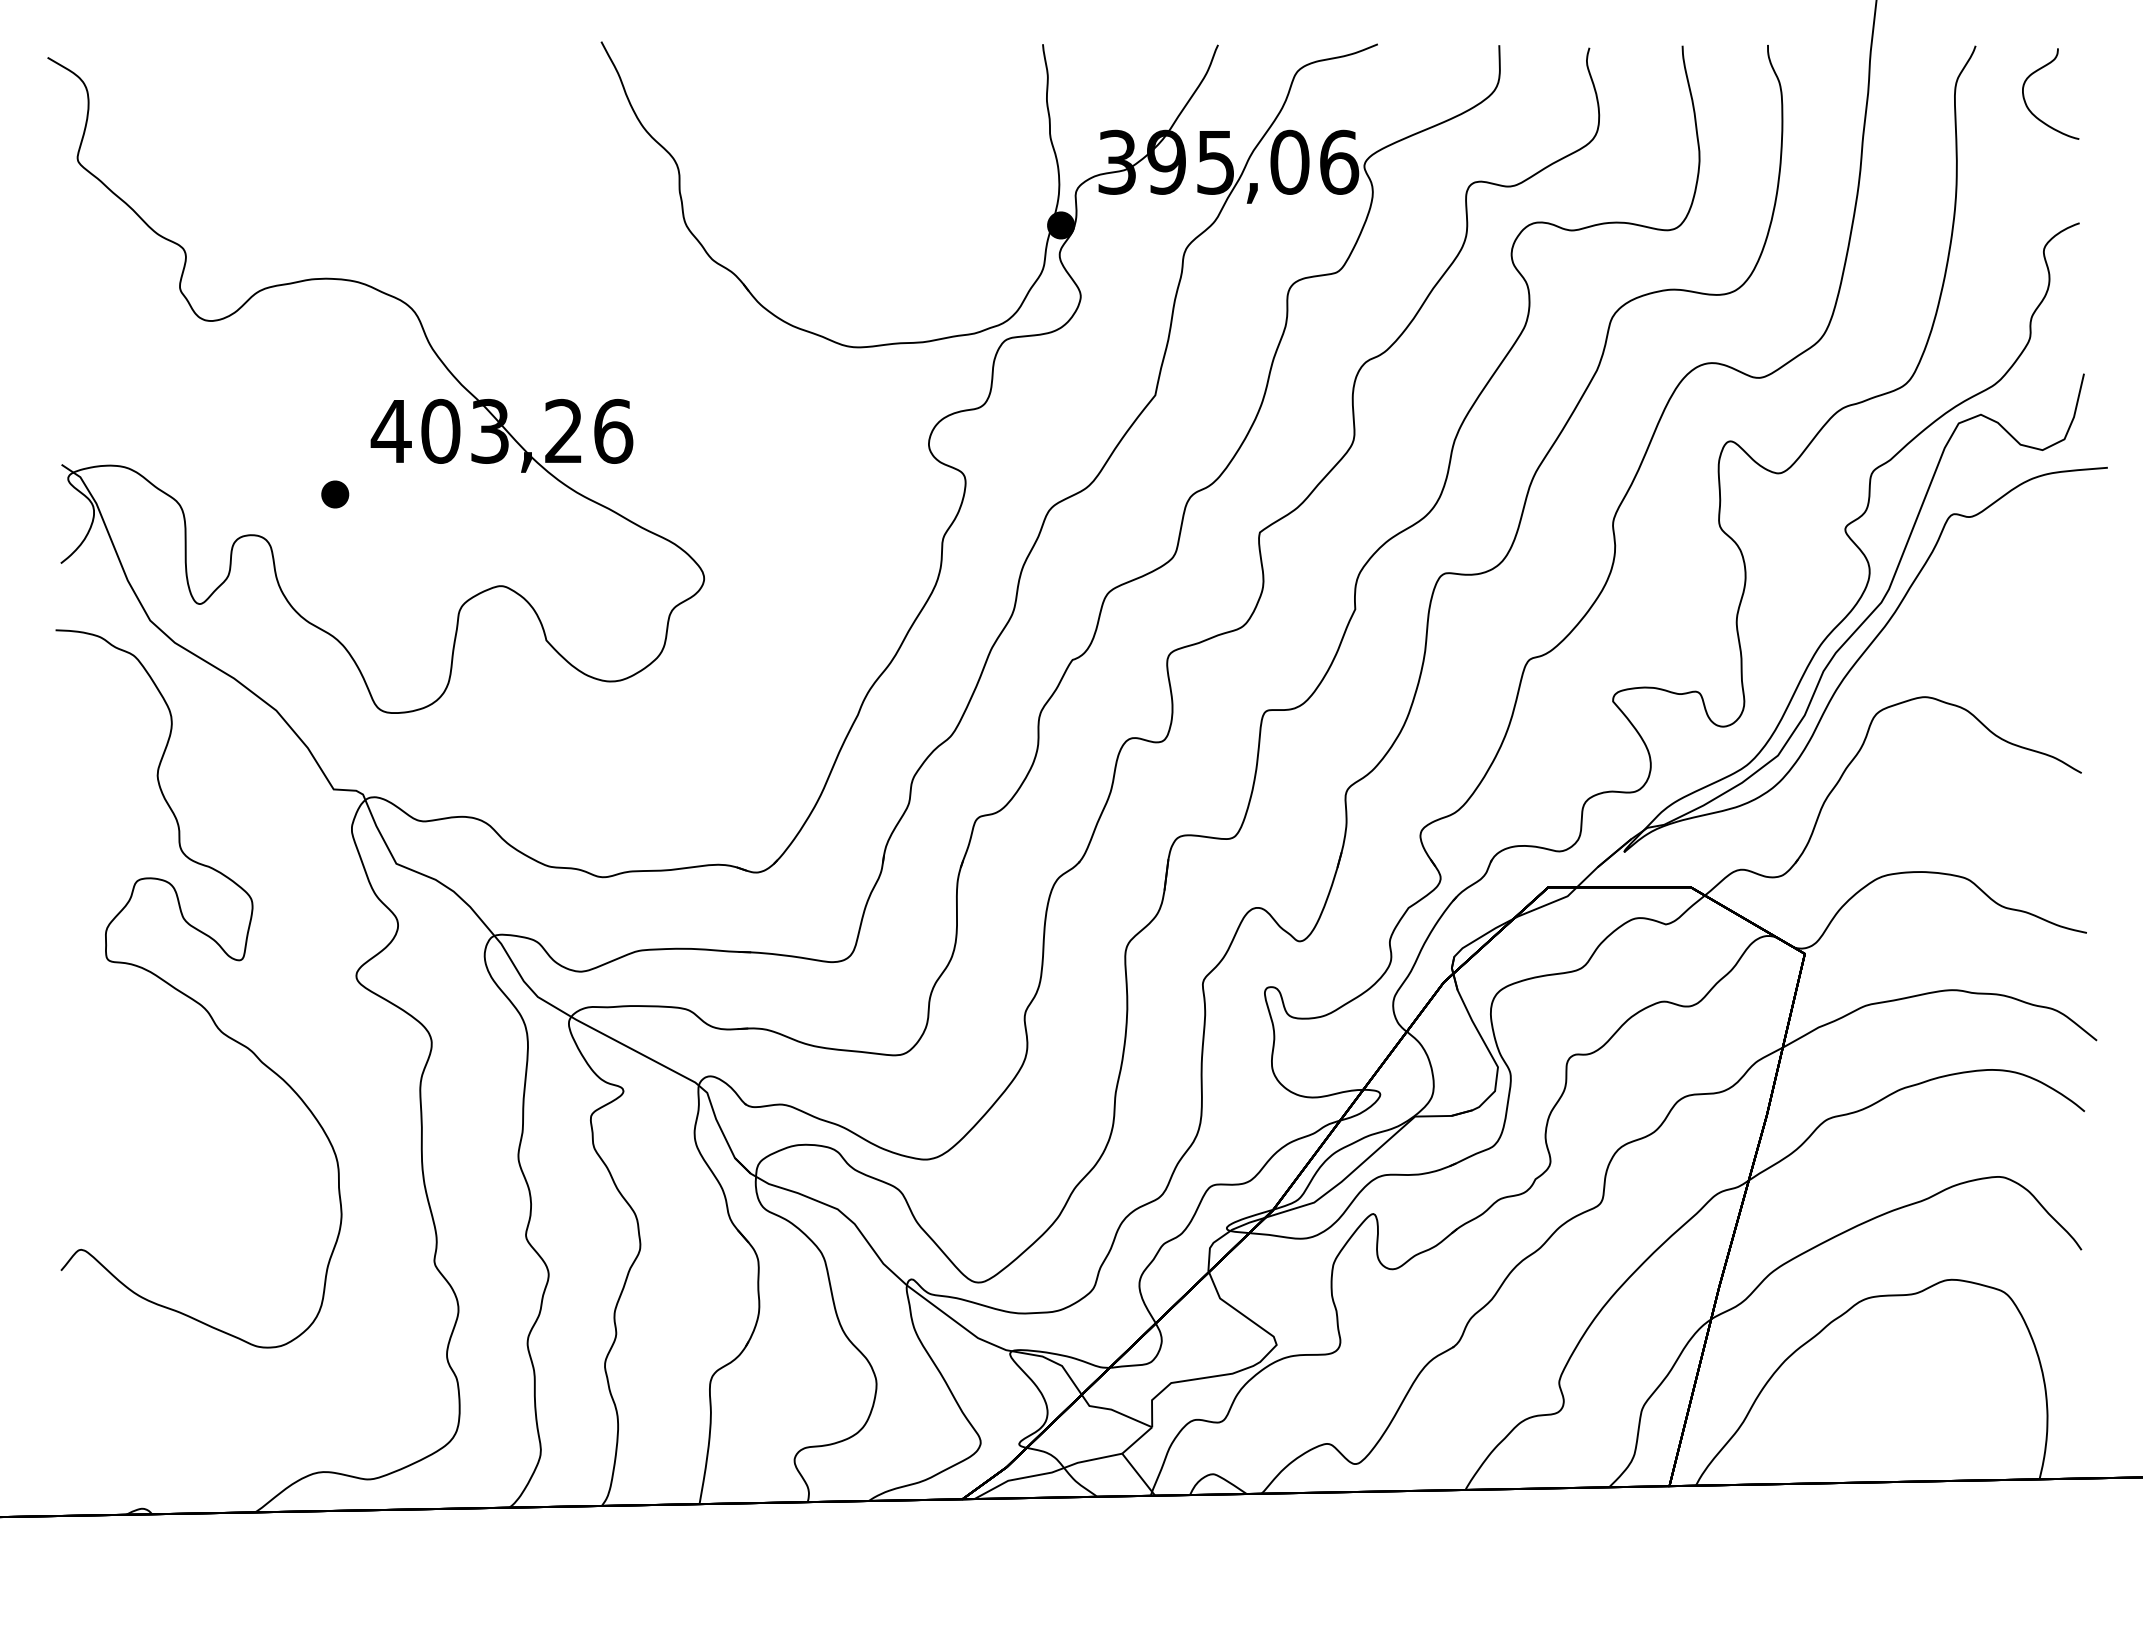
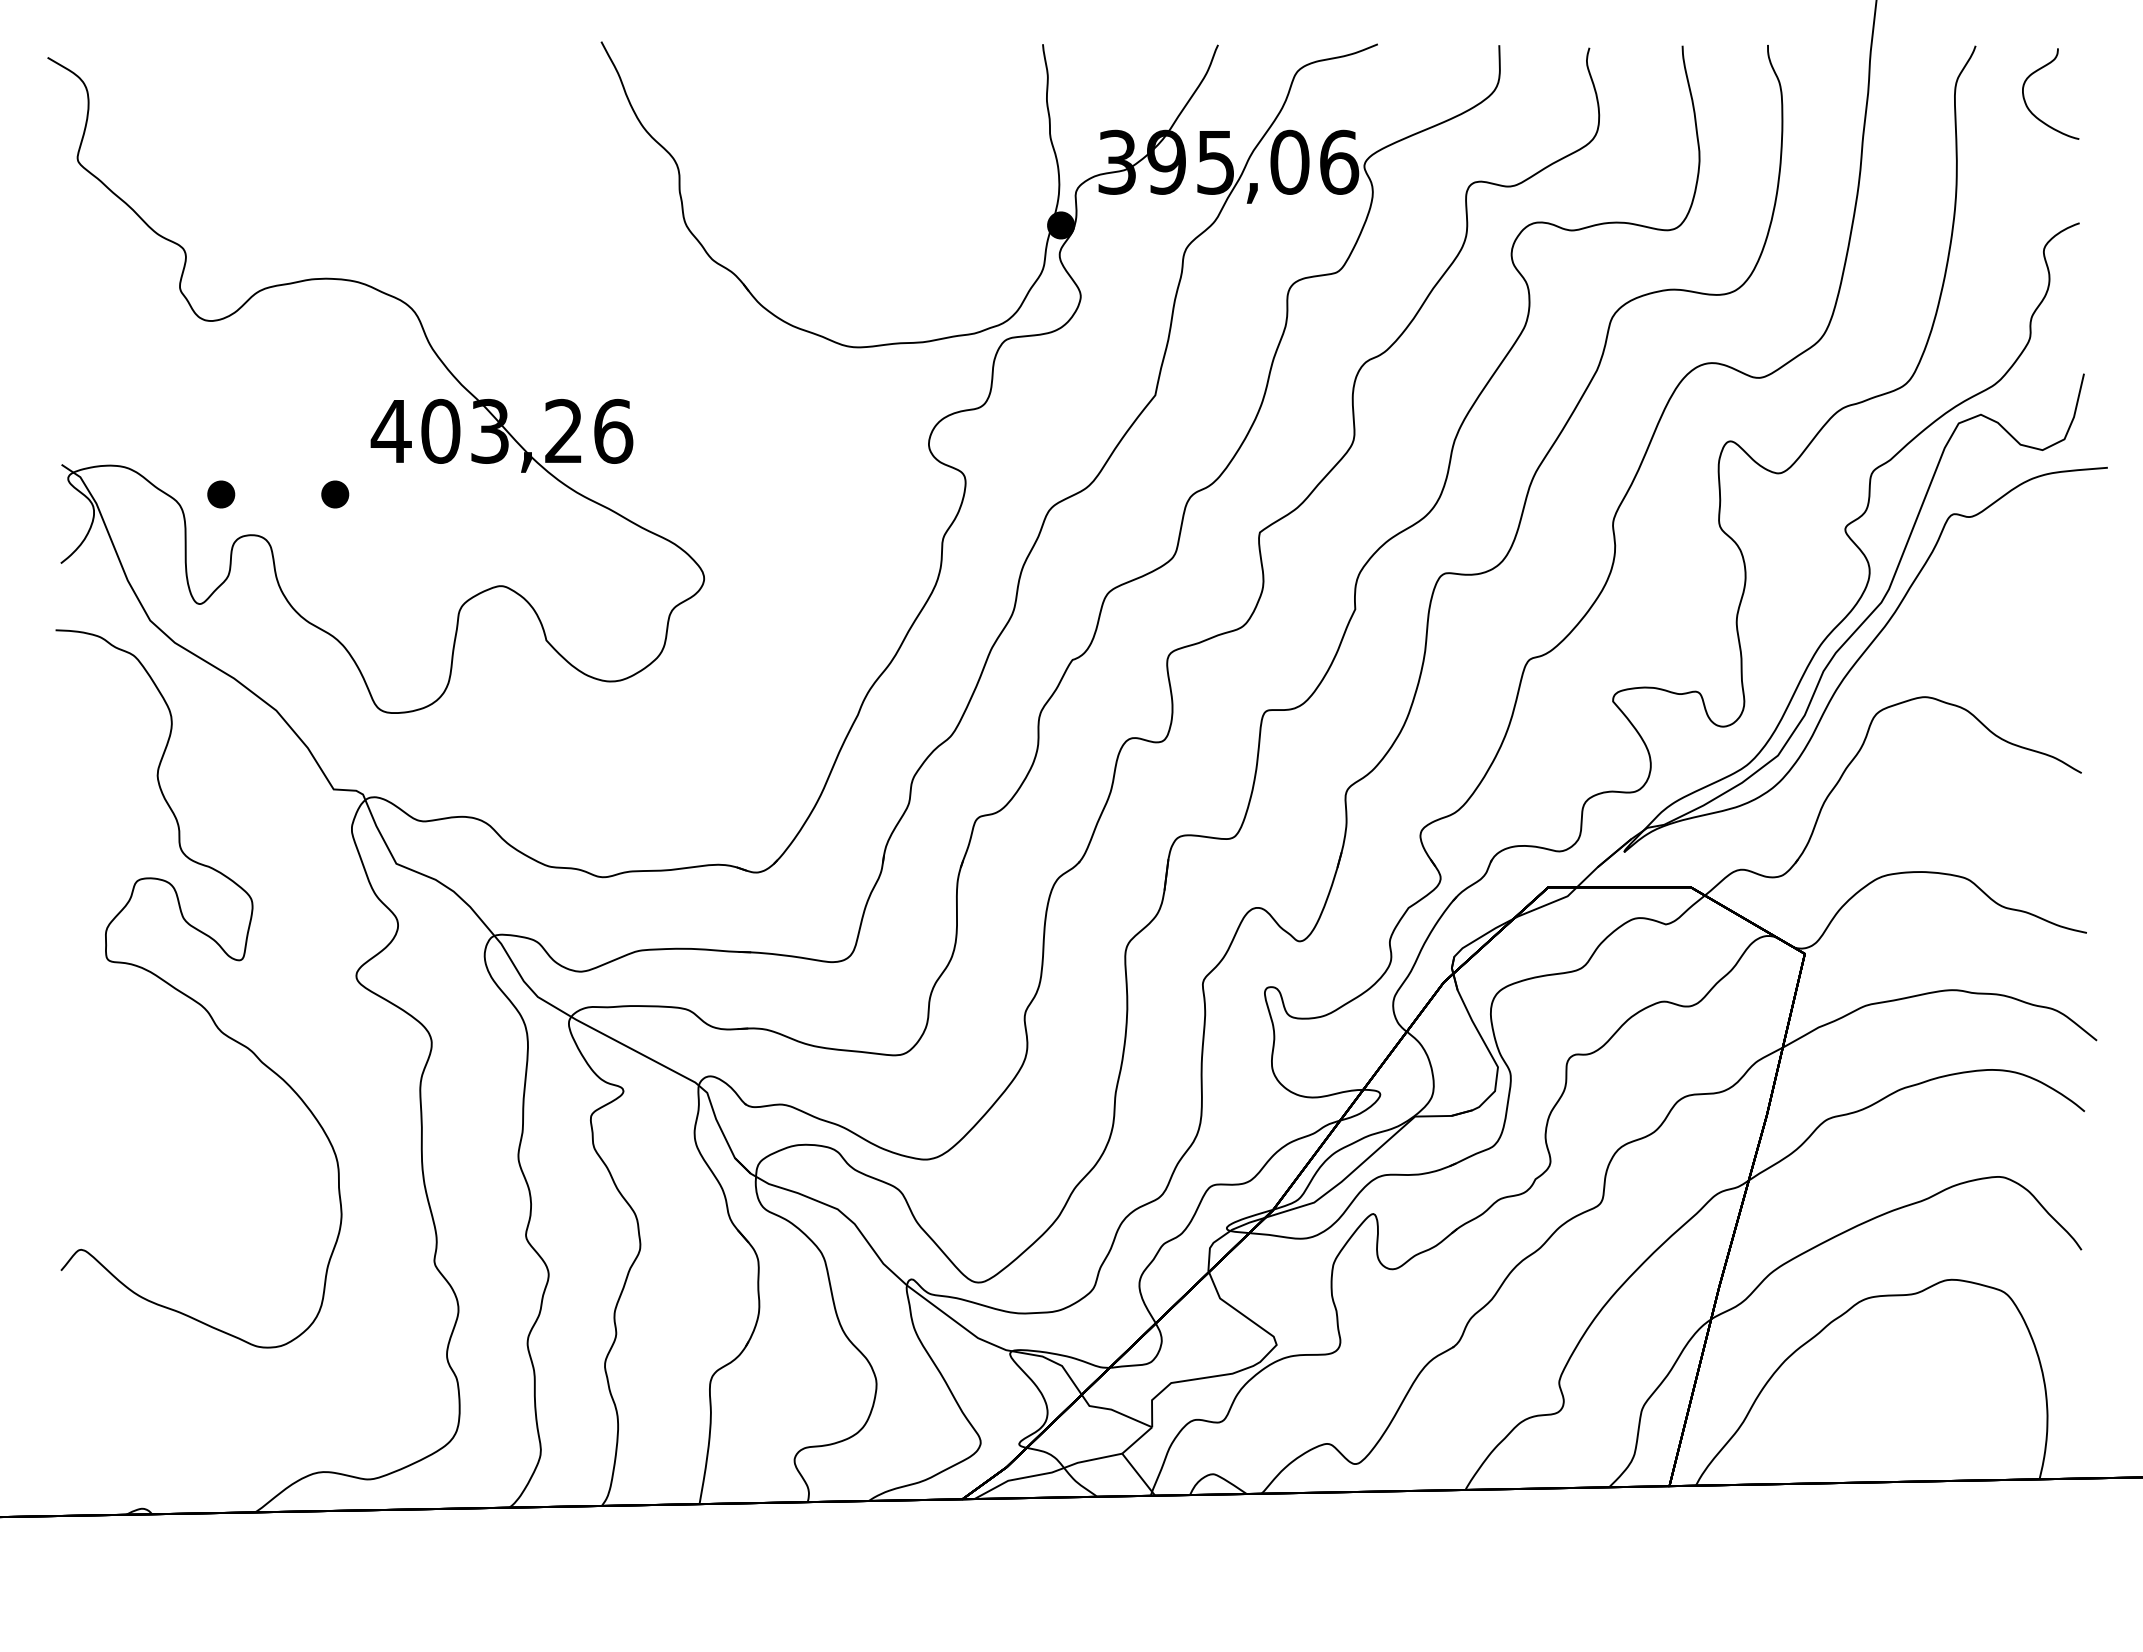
part at (221, 494): none -> present
